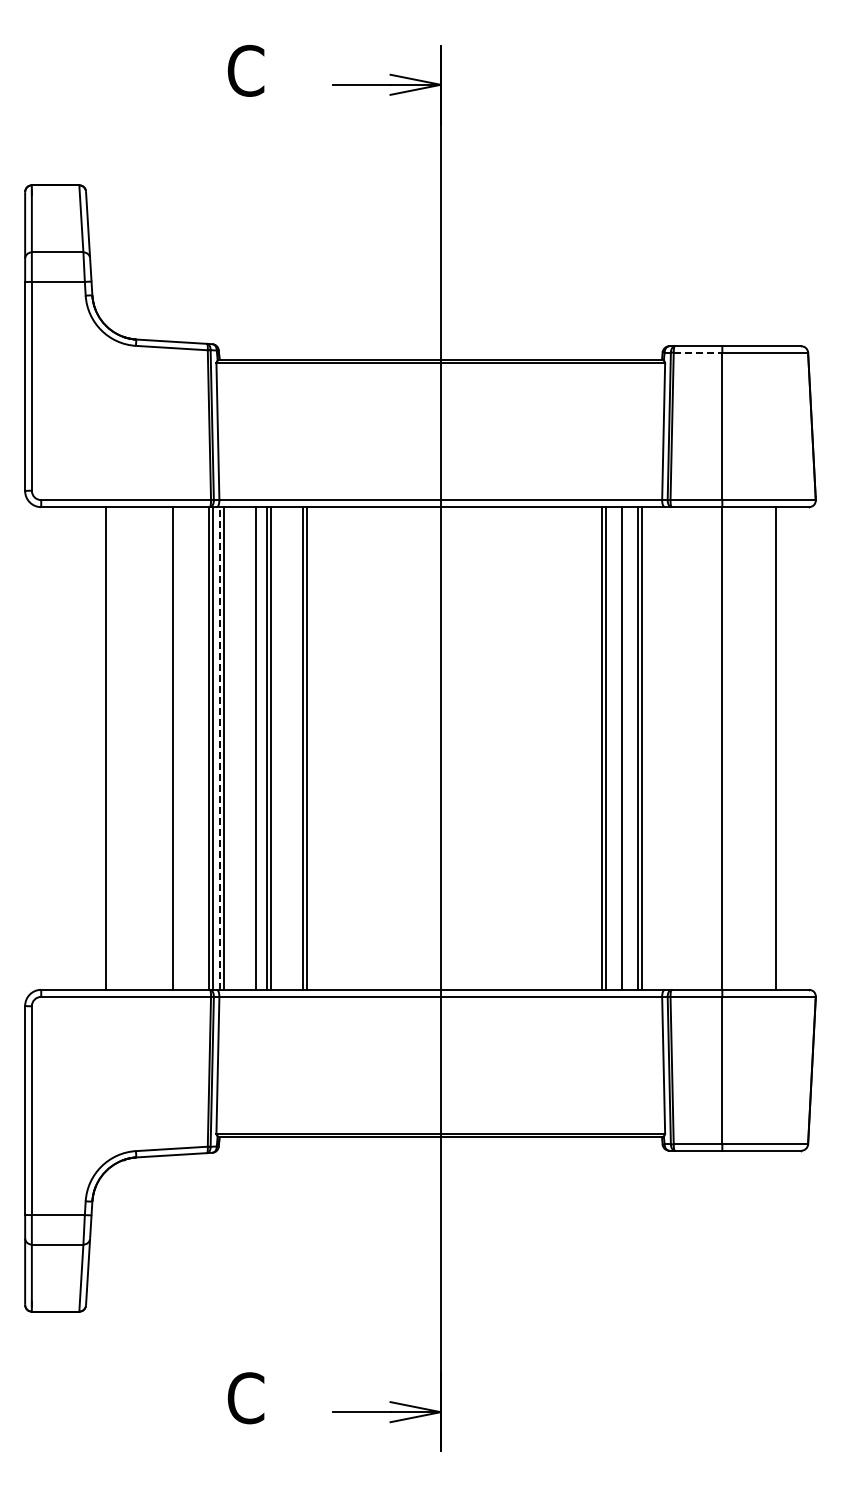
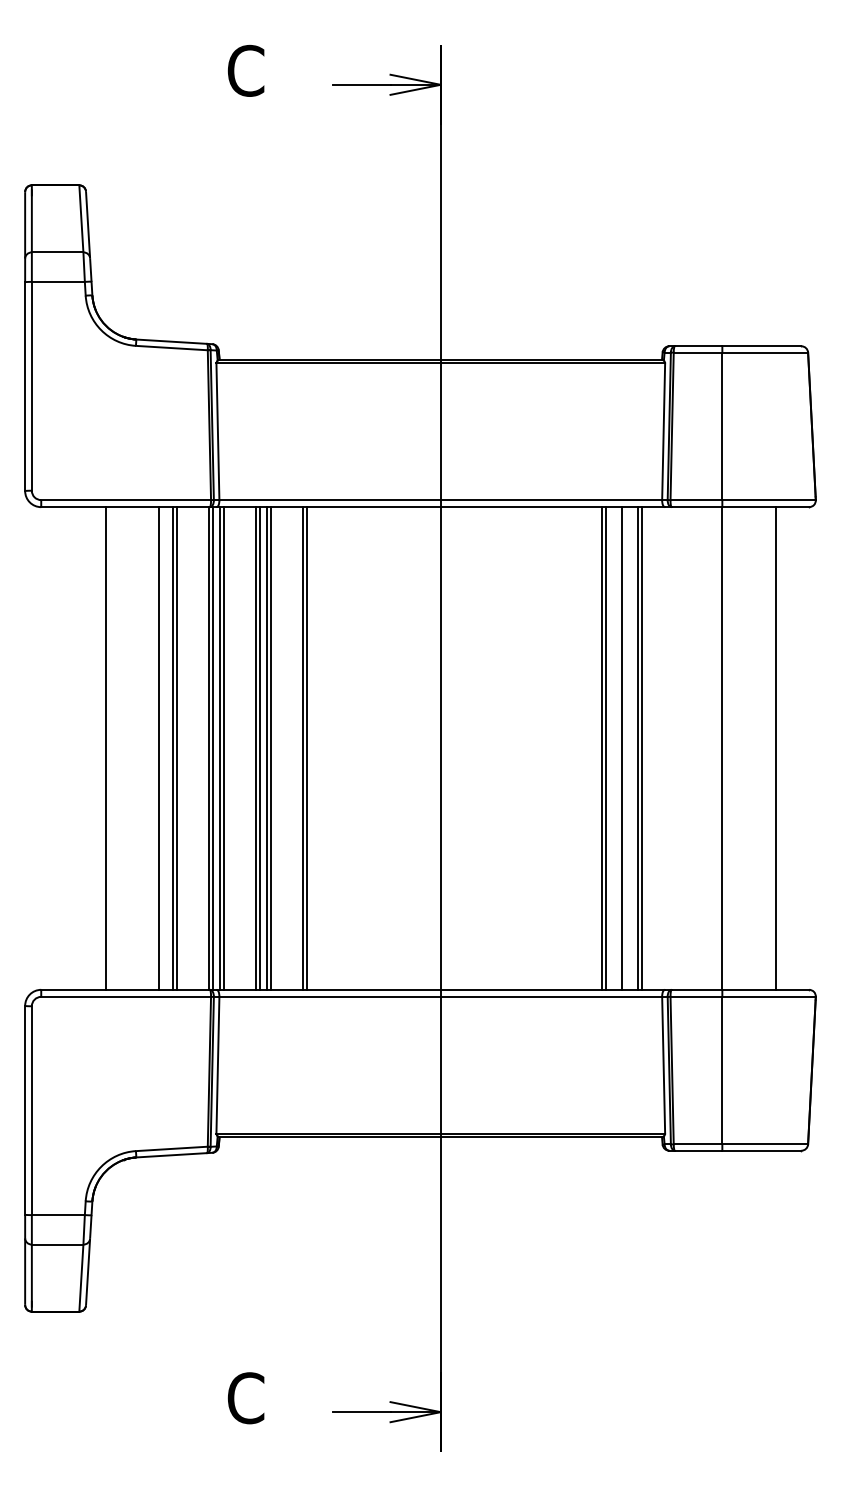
line at (698, 352): dashed -> solid
line at (159, 748): none -> present
line at (176, 748): none -> present
line at (219, 748): dashed -> solid
line at (259, 748): none -> present
